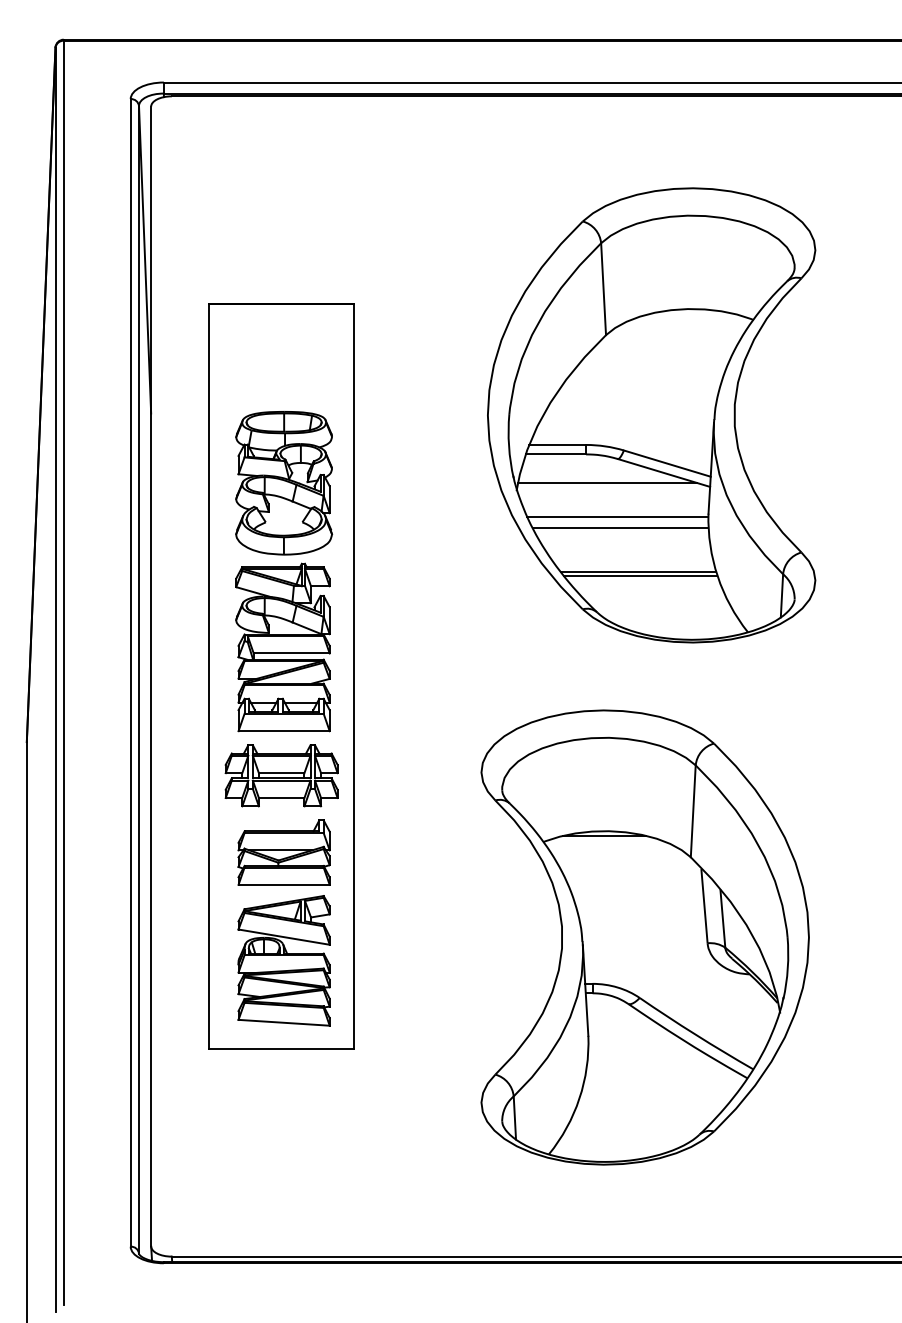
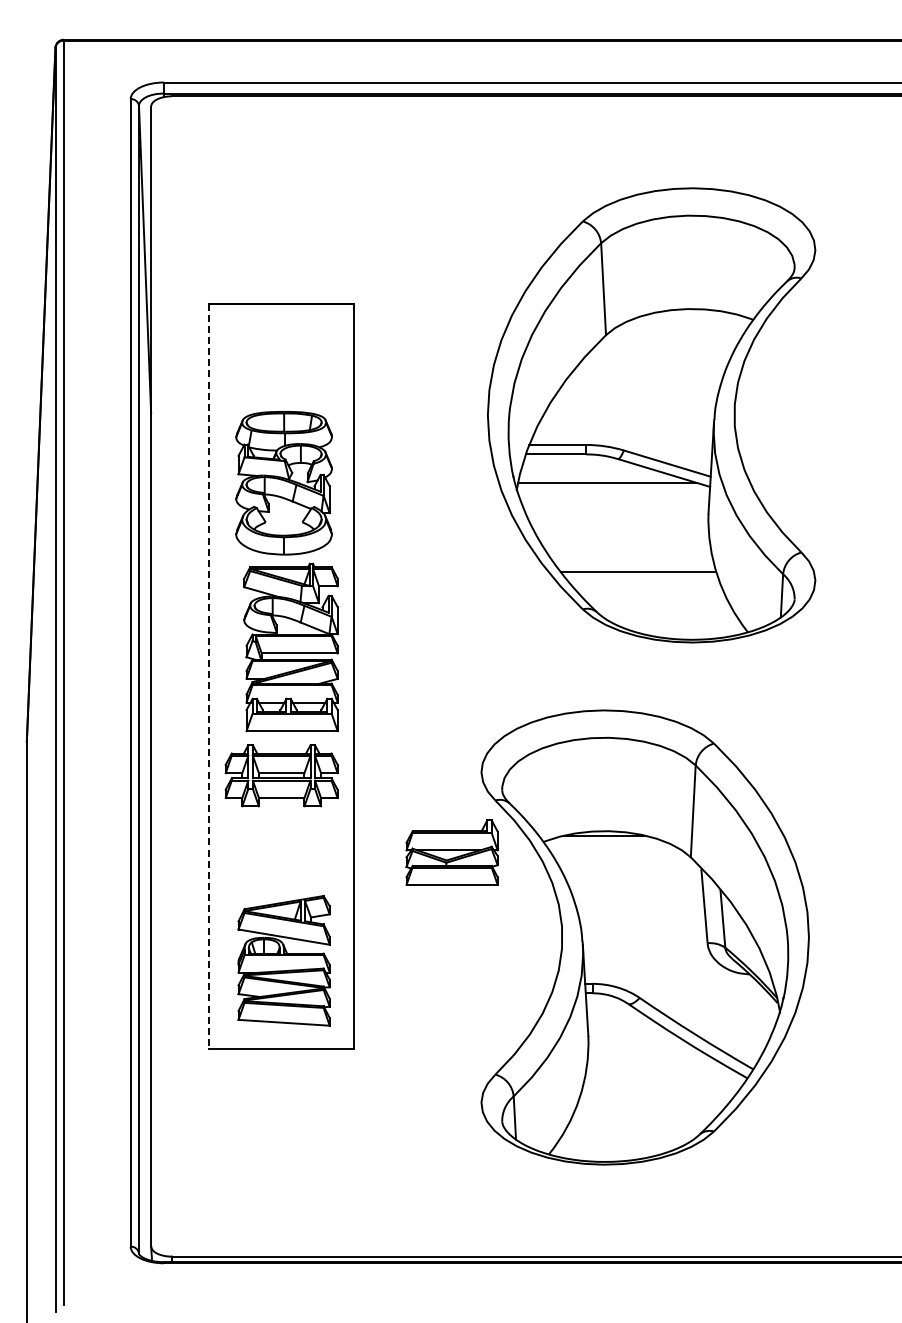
line at (617, 516): present -> none
line at (620, 527): present -> none
line at (640, 576): present -> none
part at (282, 647) position: (282, 647) -> (290, 647)
line at (209, 676): solid -> dashed
part at (283, 852) position: (283, 852) -> (451, 852)
